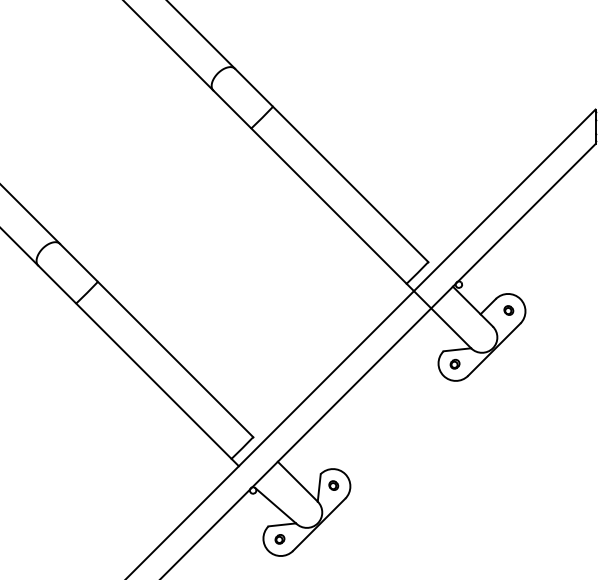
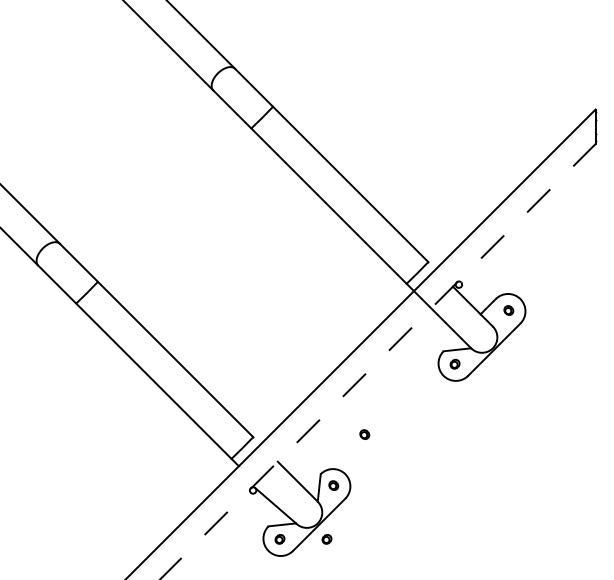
line at (378, 361): solid -> dashed
part at (364, 434): none -> present
part at (326, 539): none -> present
